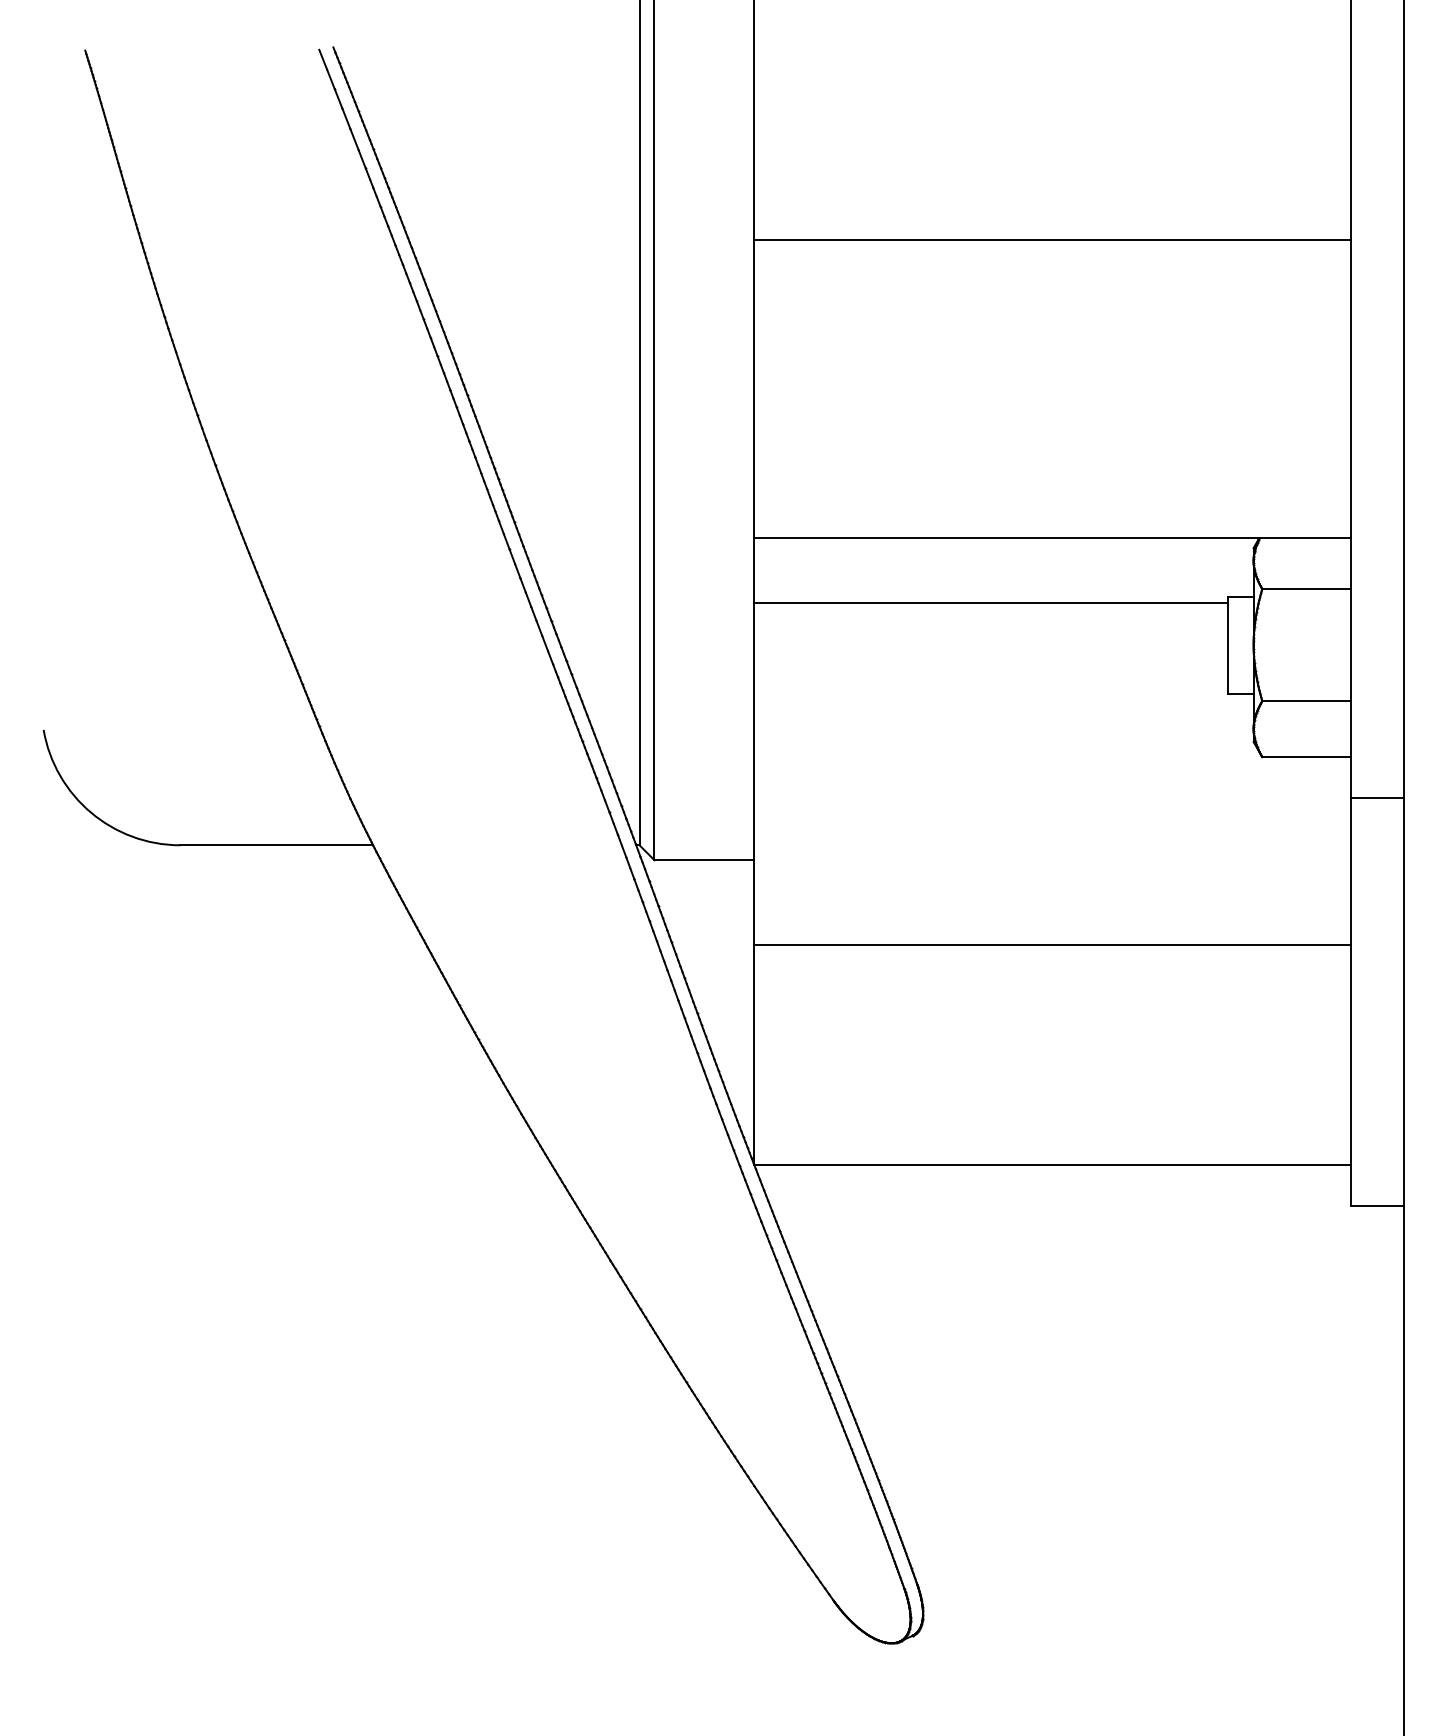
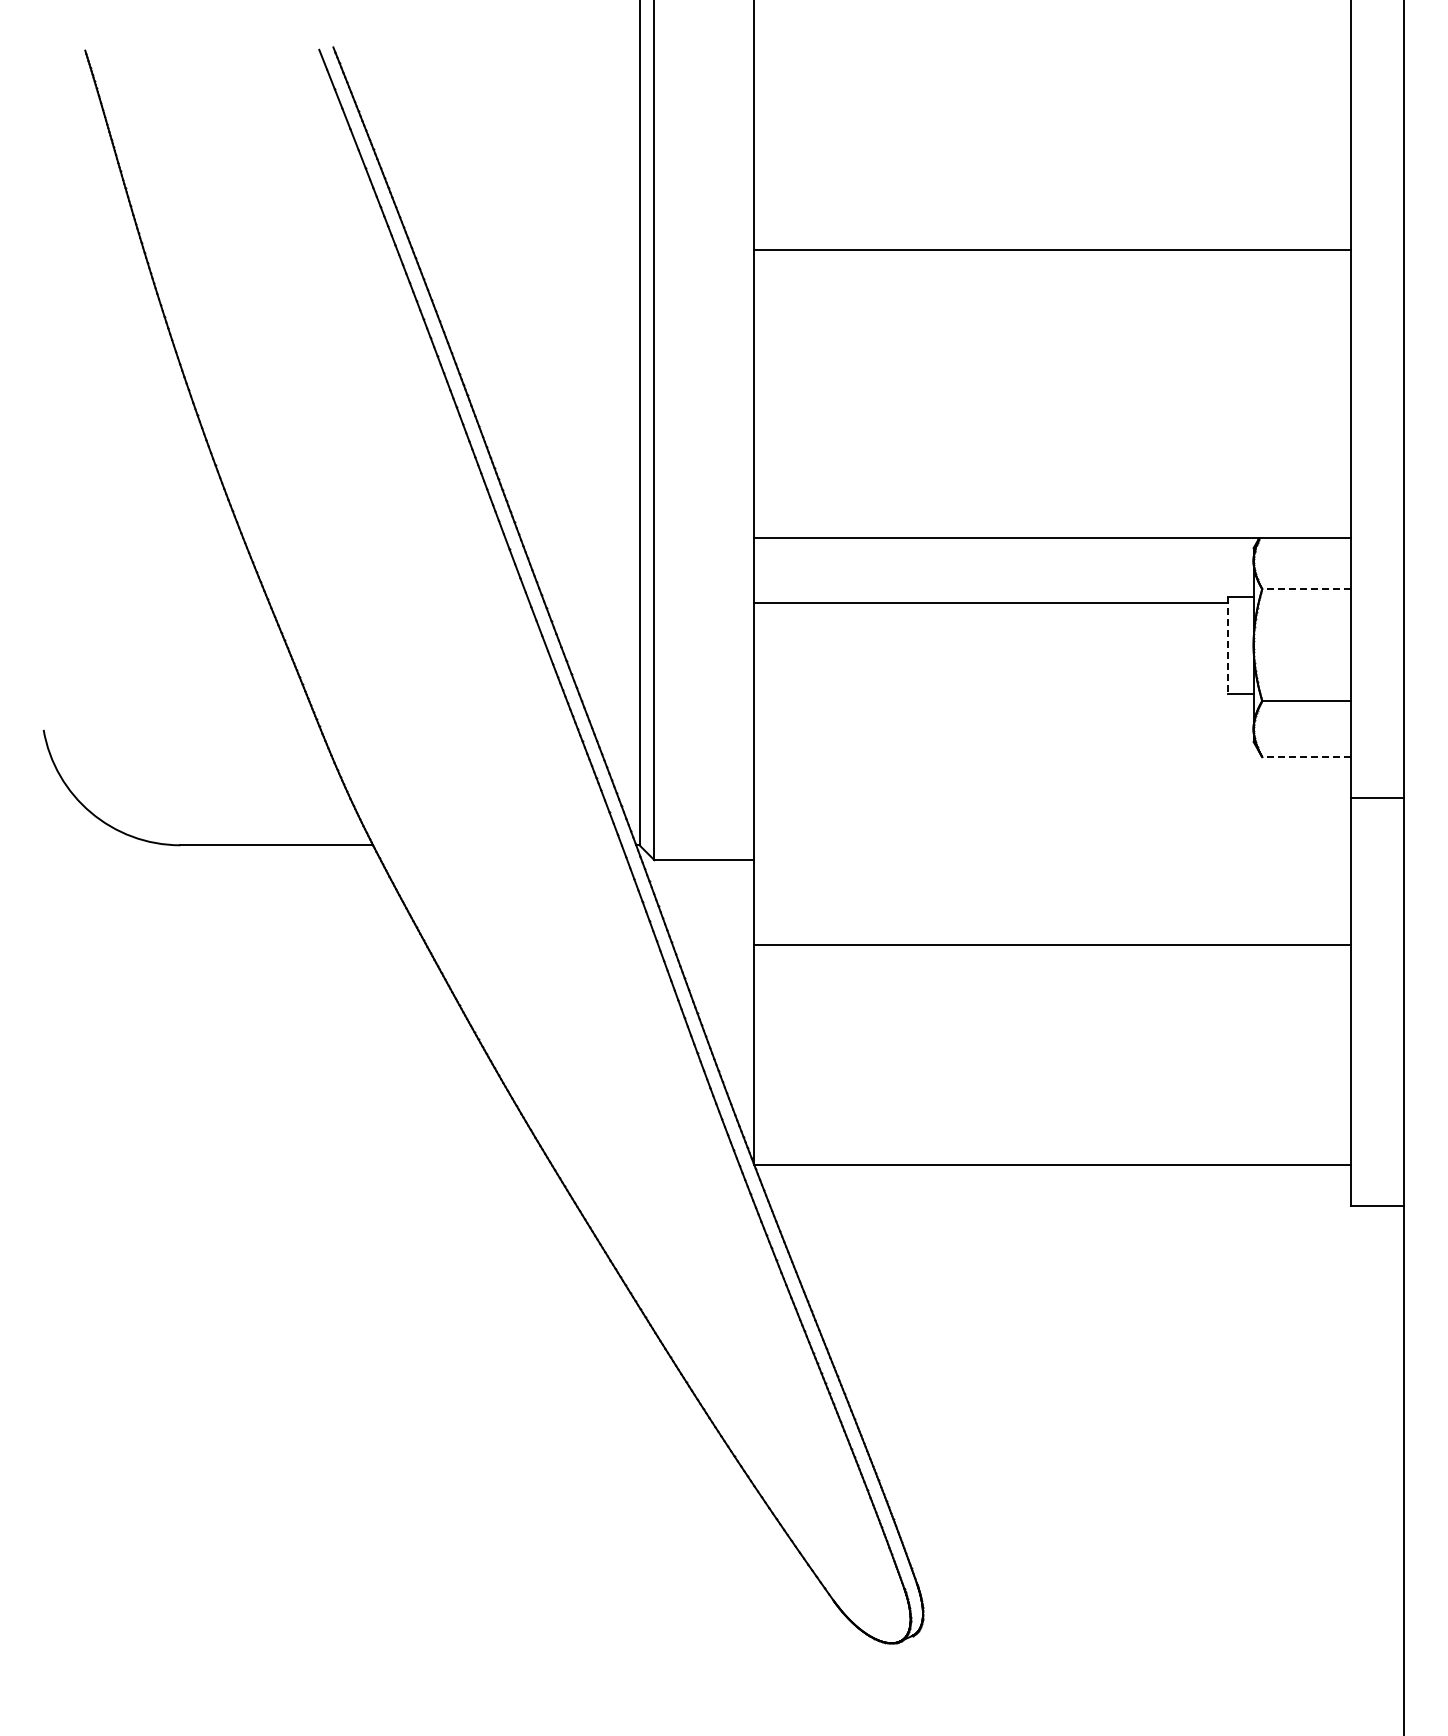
line at (1051, 240) position: (1051, 240) -> (1051, 250)
line at (1305, 589): solid -> dashed
line at (1228, 645): solid -> dashed
line at (1305, 757): solid -> dashed
